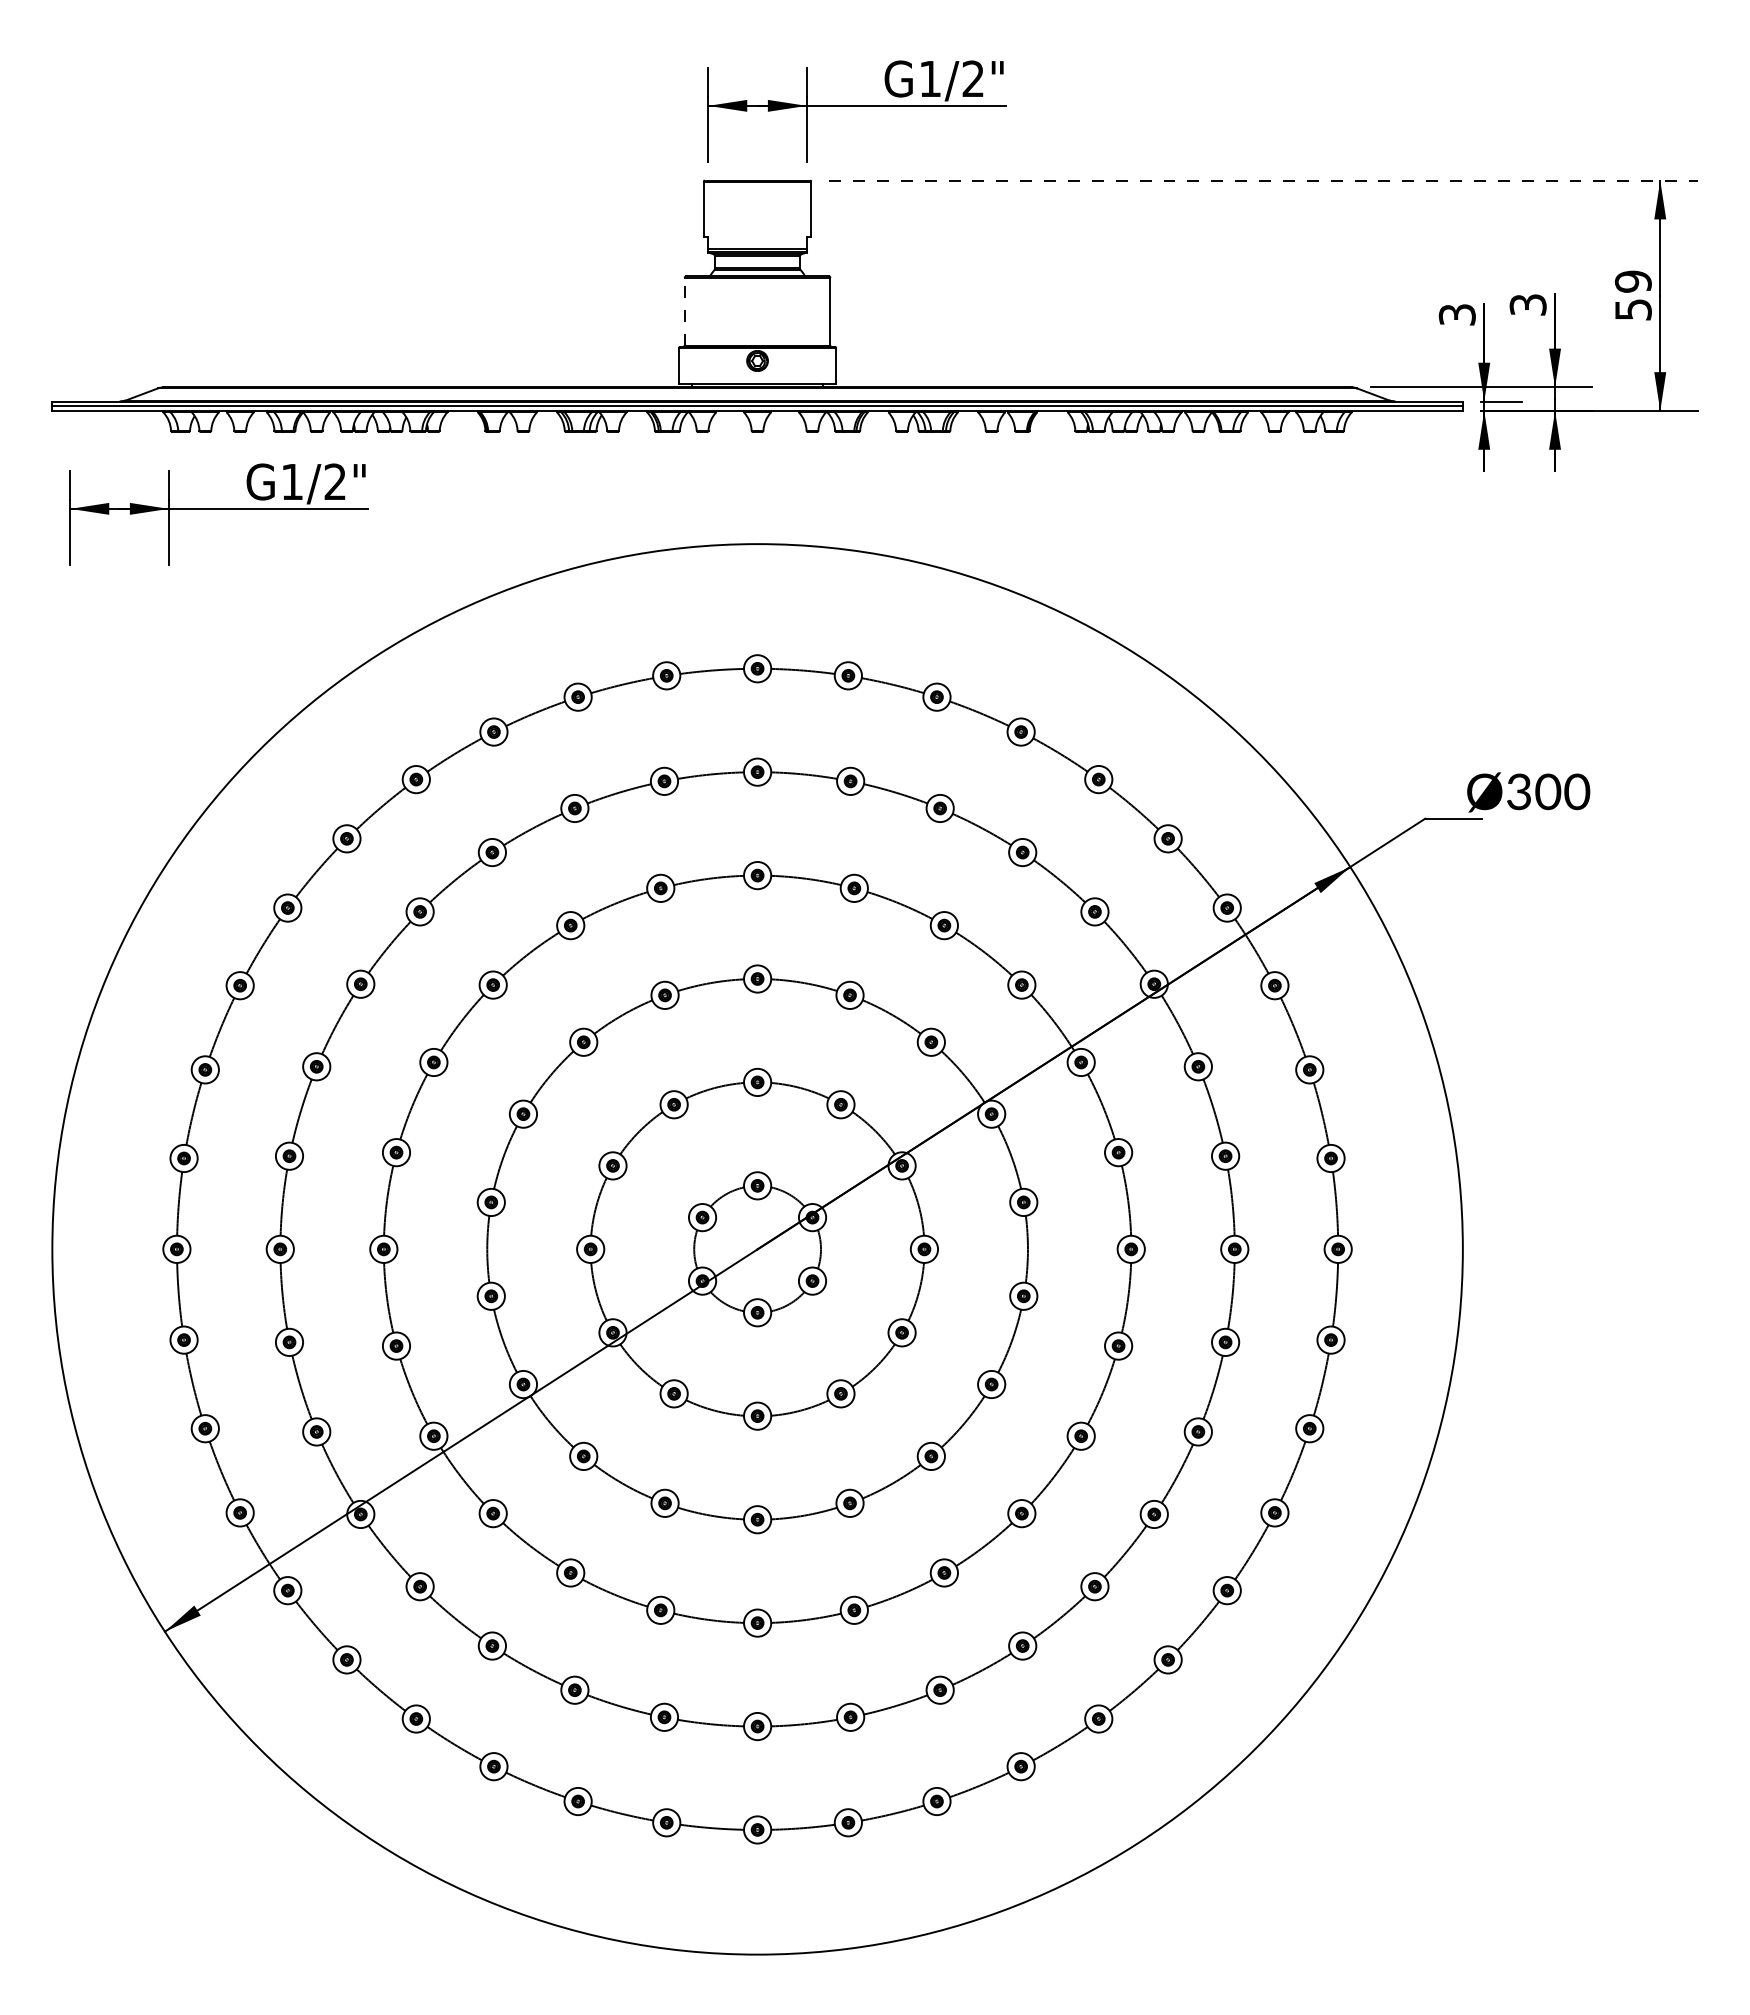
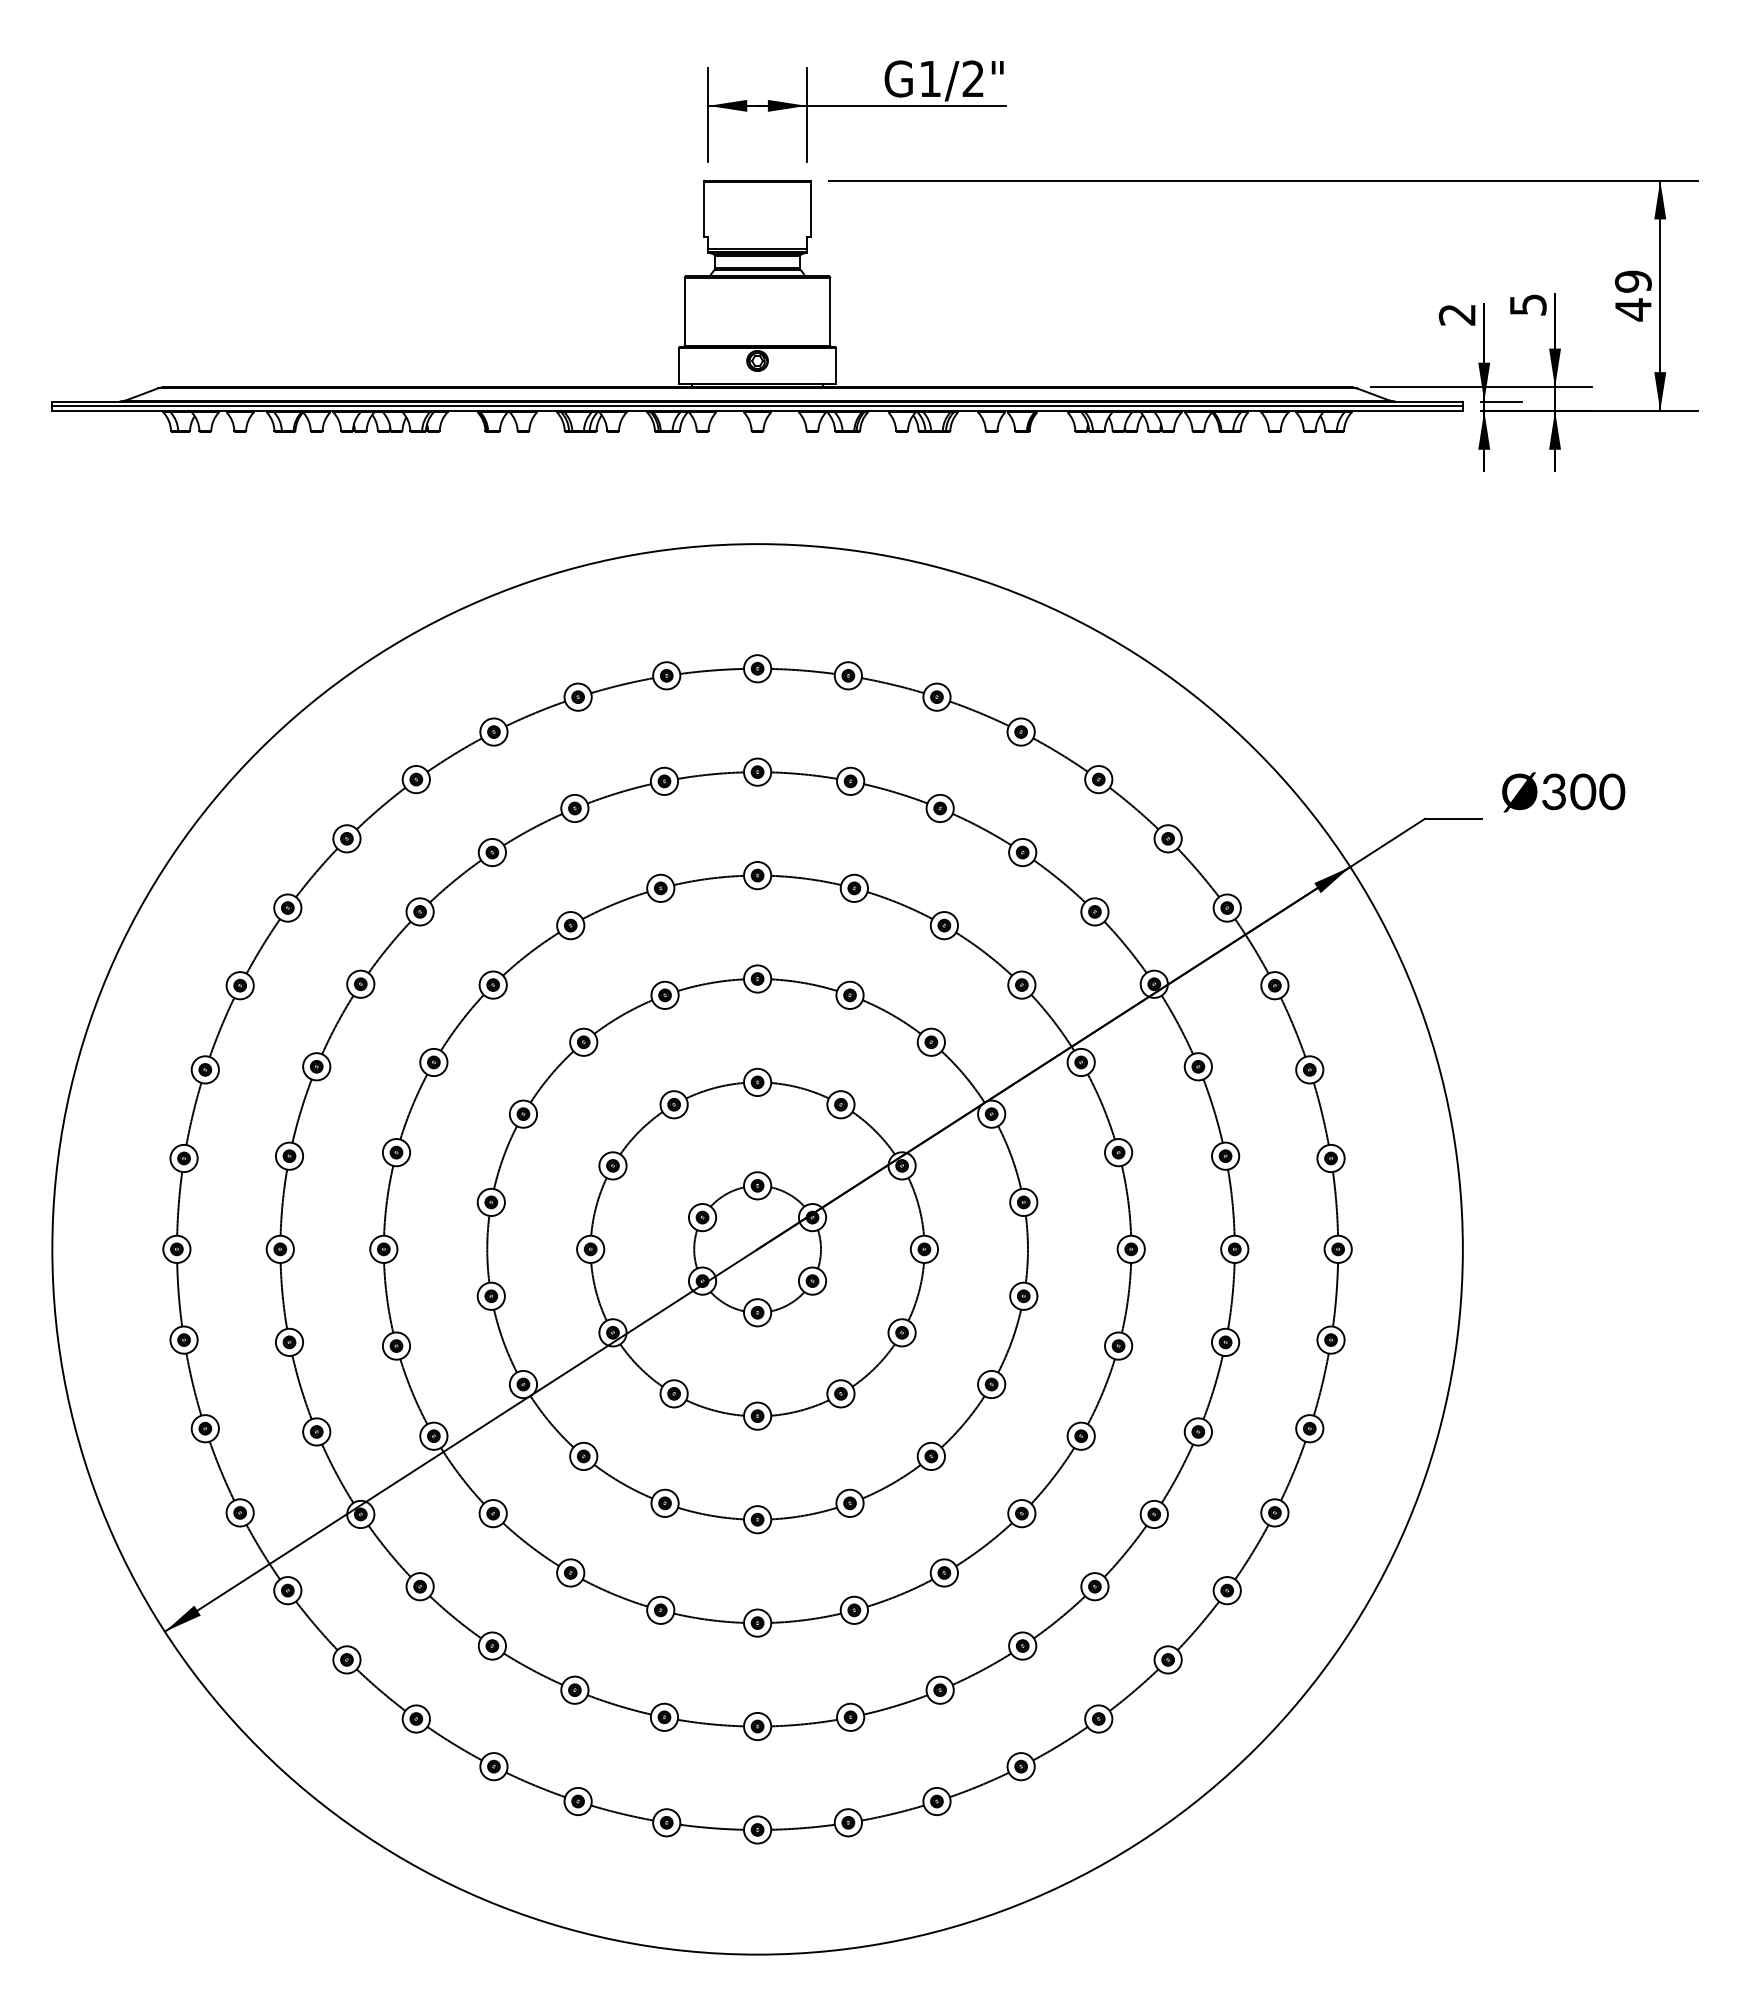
line at (1263, 180): dashed -> solid
text at (1527, 304): 3 -> 5
text at (1633, 309): 59 -> 49
line at (684, 311): dashed -> solid
text at (1457, 314): 3 -> 2
part at (218, 514): present -> none
text at (1528, 792) position: (1528, 792) -> (1563, 792)
